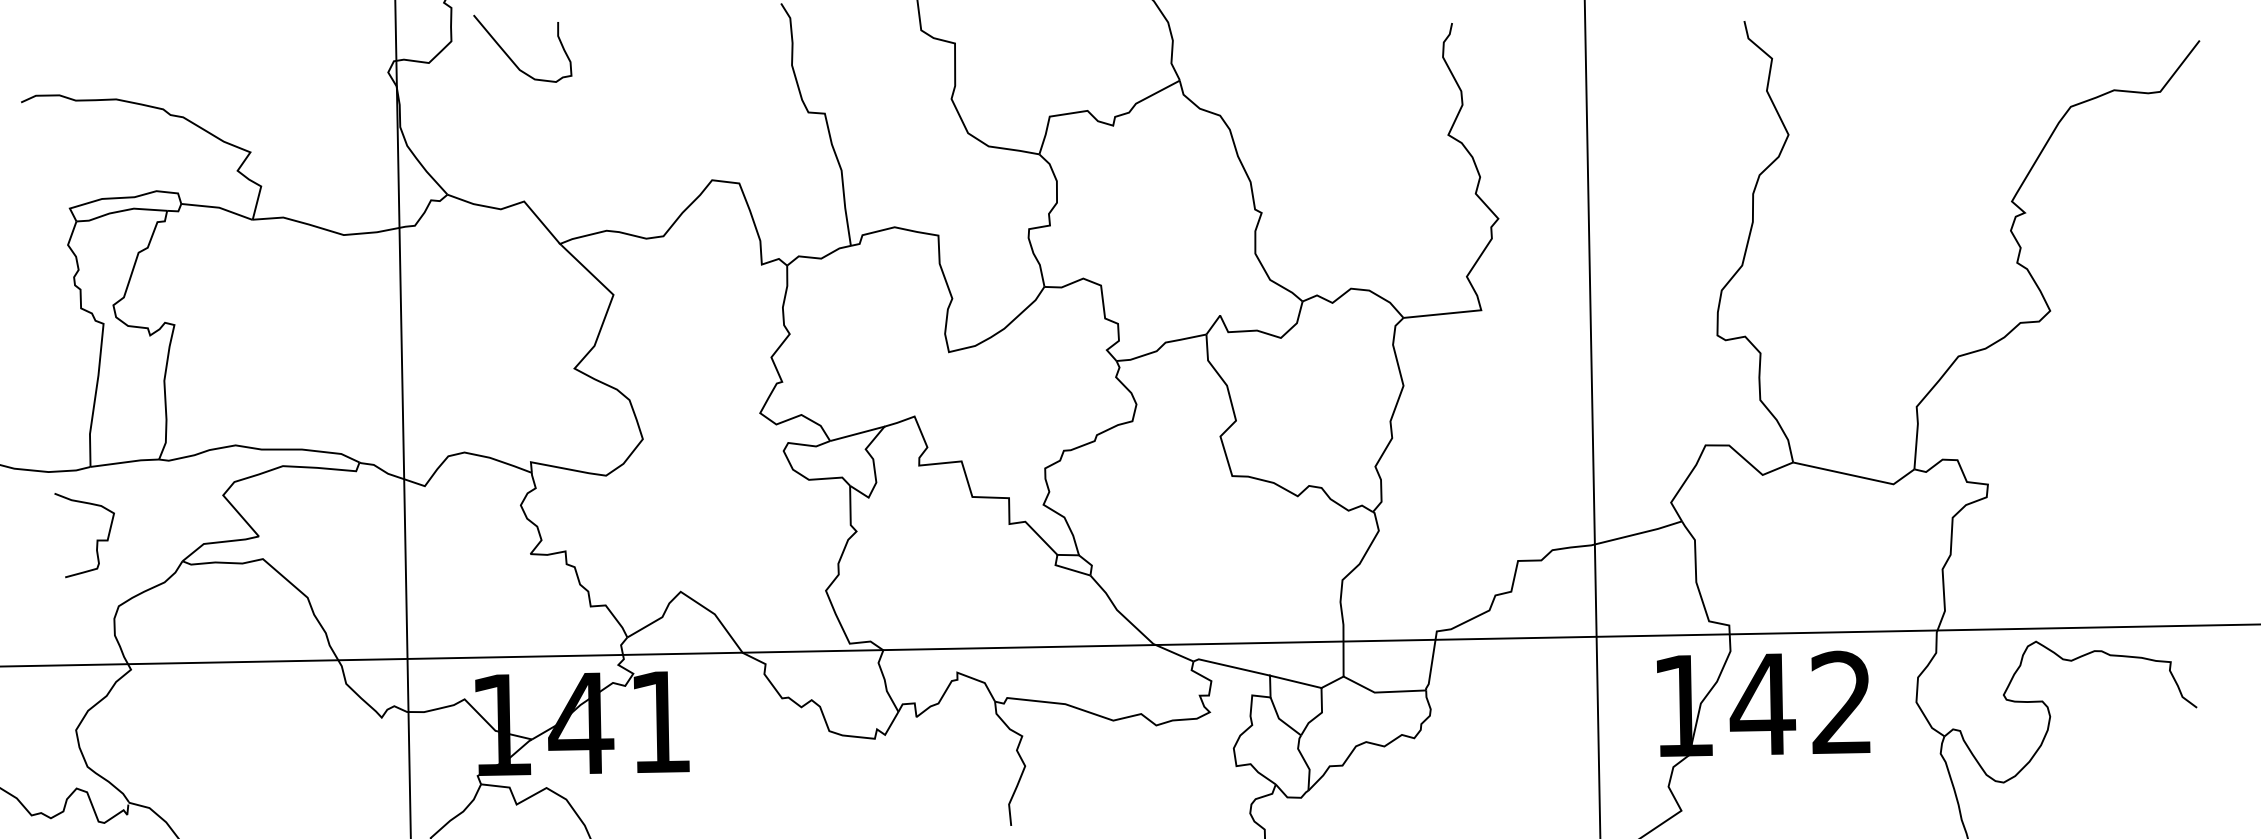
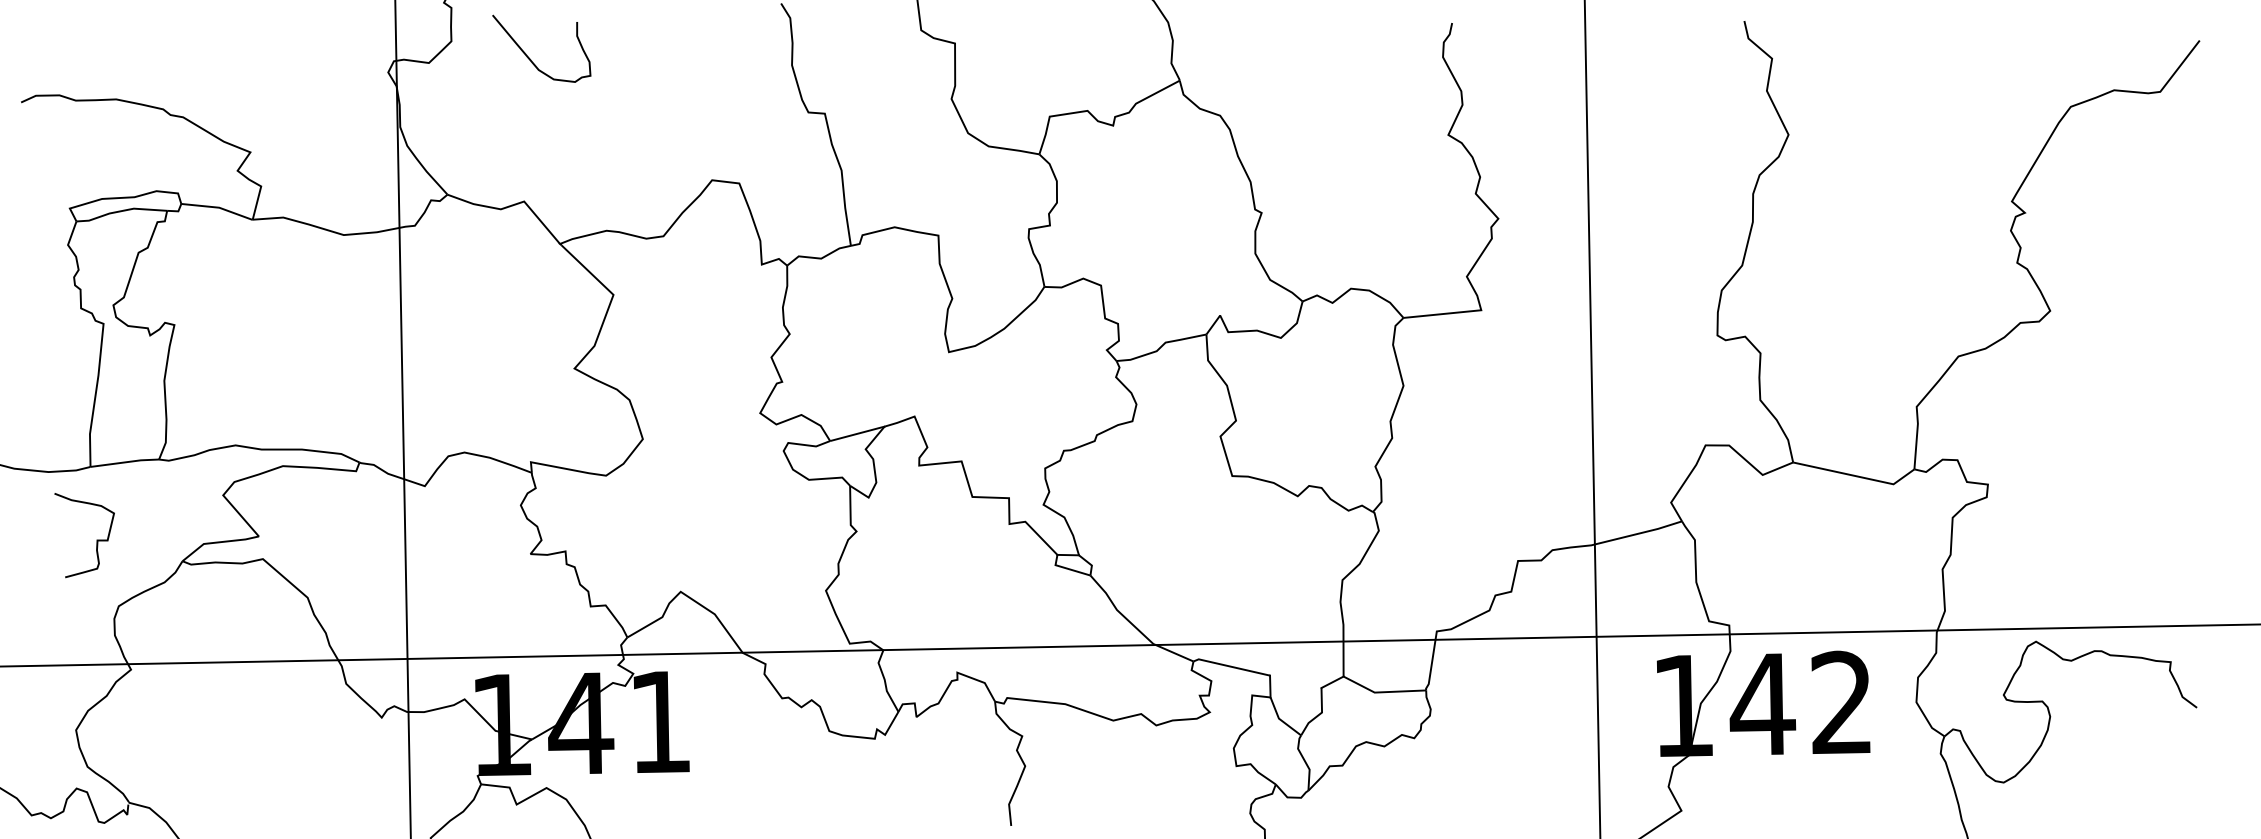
curve at (511, 58) position: (511, 58) -> (530, 58)
line at (1295, 681): present -> none
